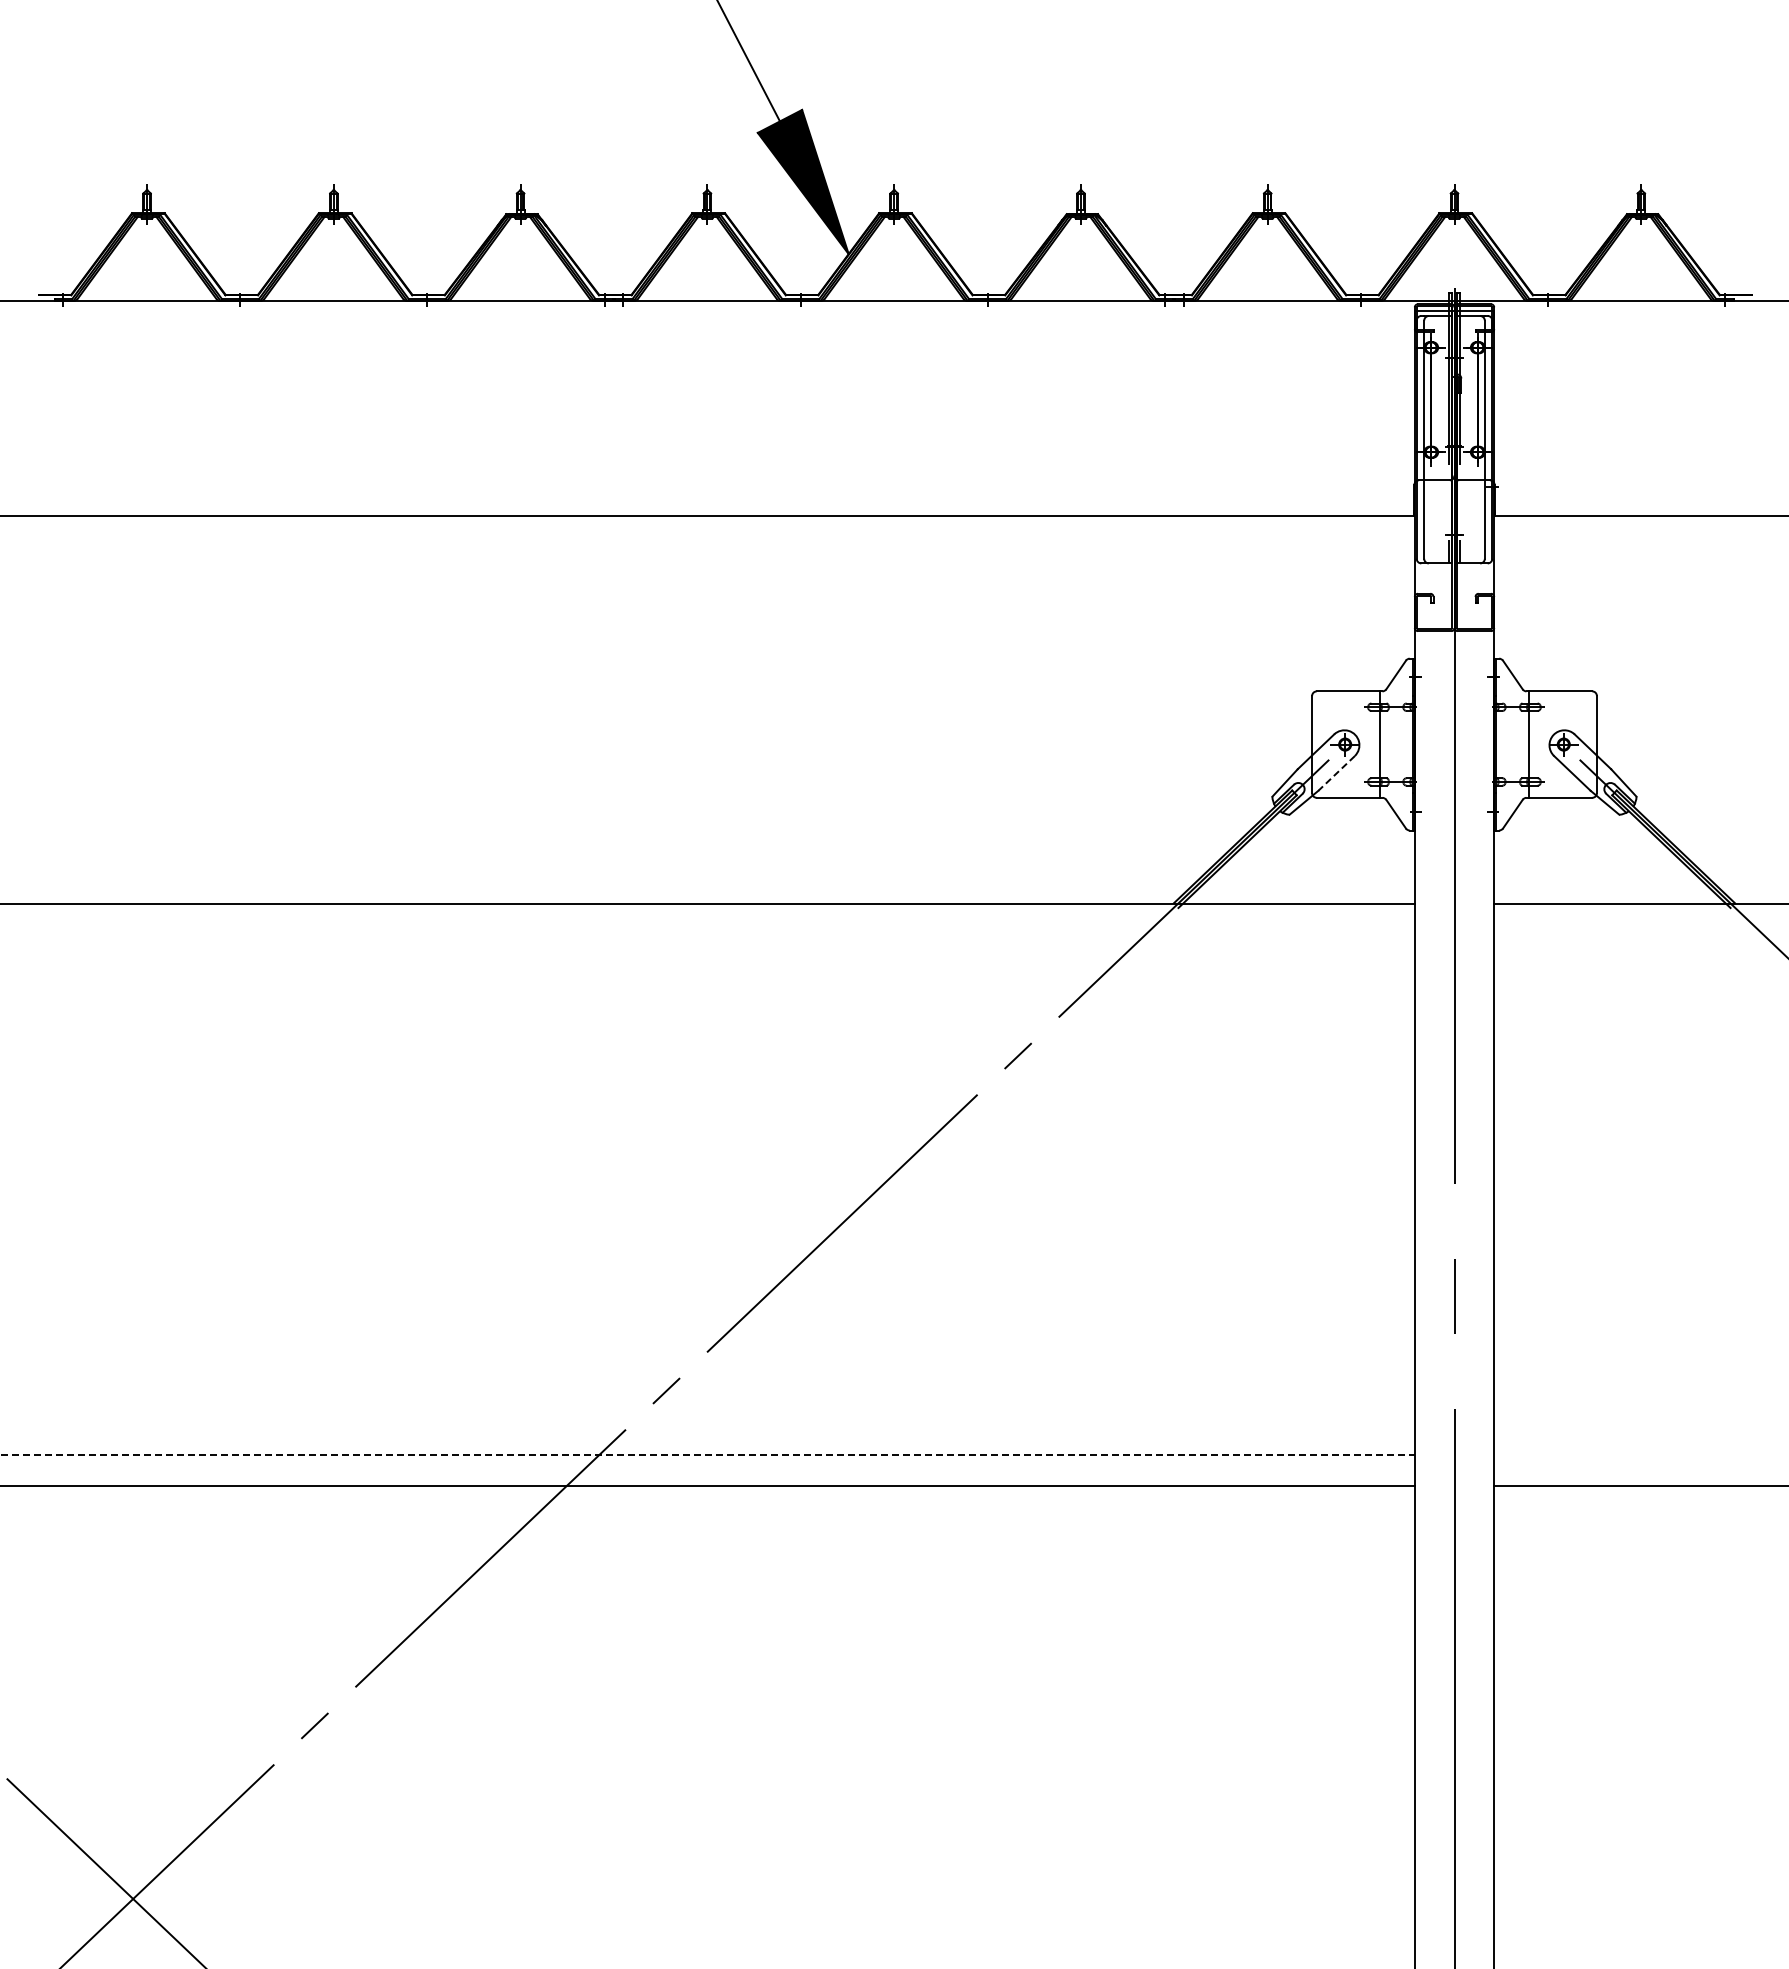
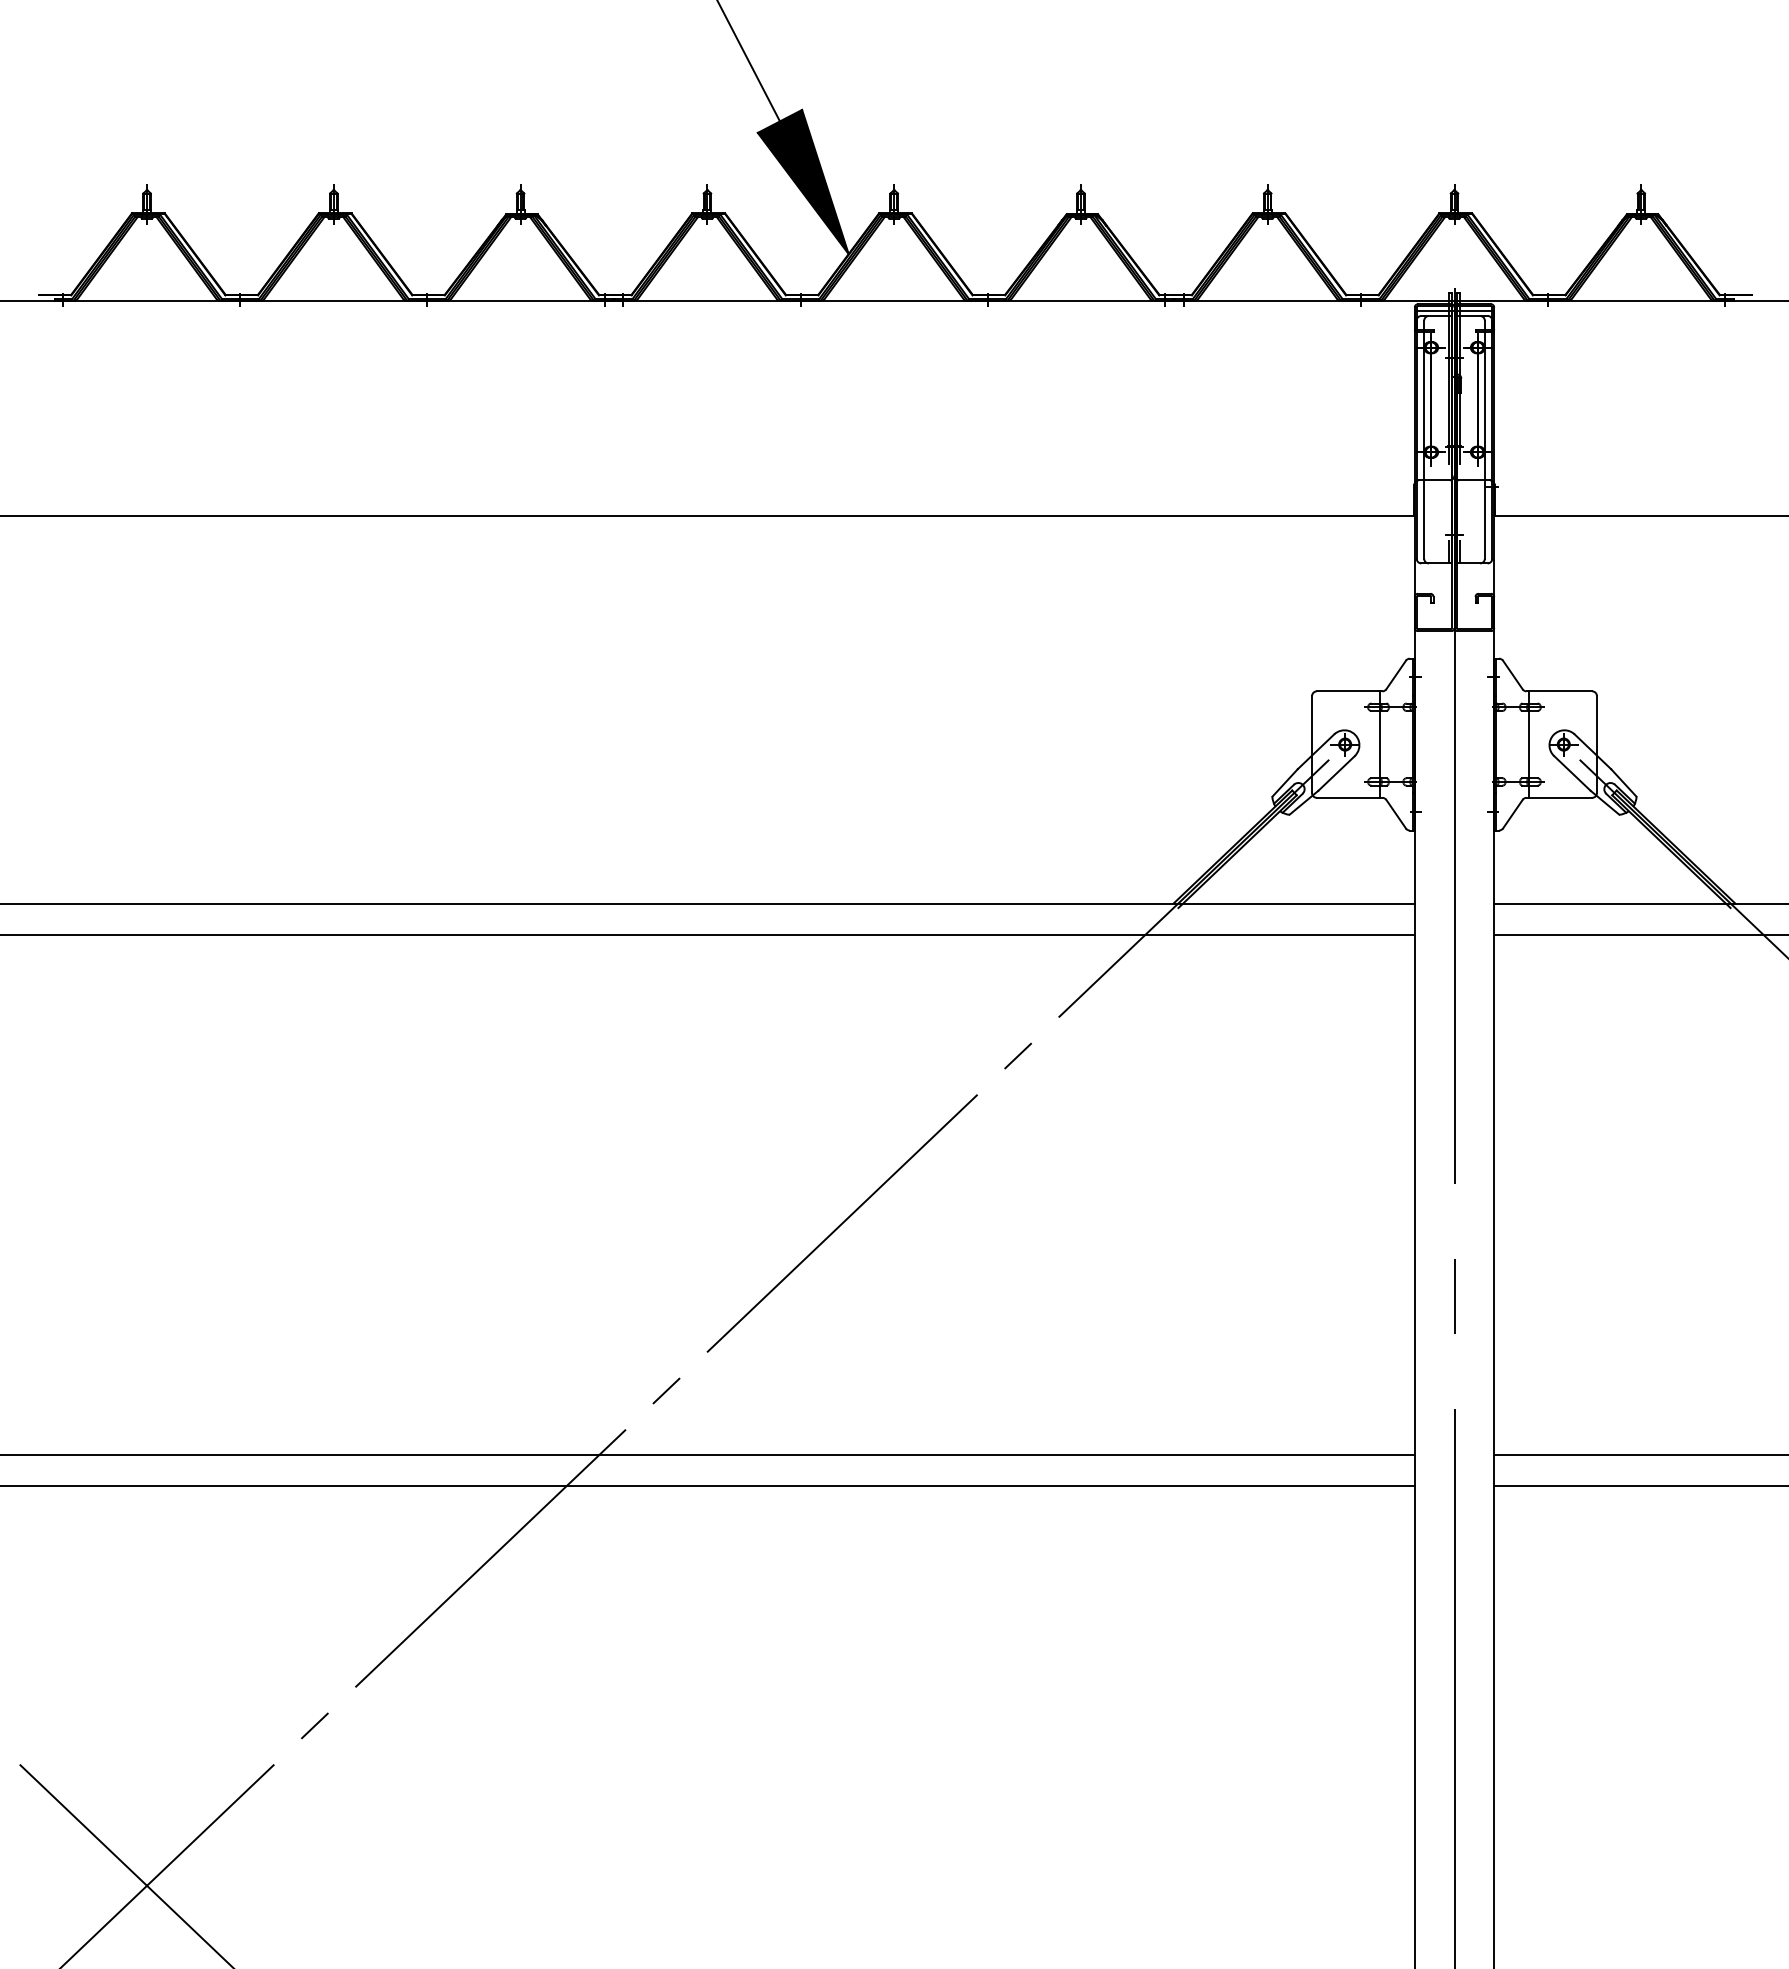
line at (1336, 773): dashed -> solid
line at (708, 935): none -> present
line at (1639, 935): none -> present
line at (707, 1455): dashed -> solid
line at (1639, 1455): none -> present
line at (102, 1869) position: (102, 1869) -> (116, 1856)
